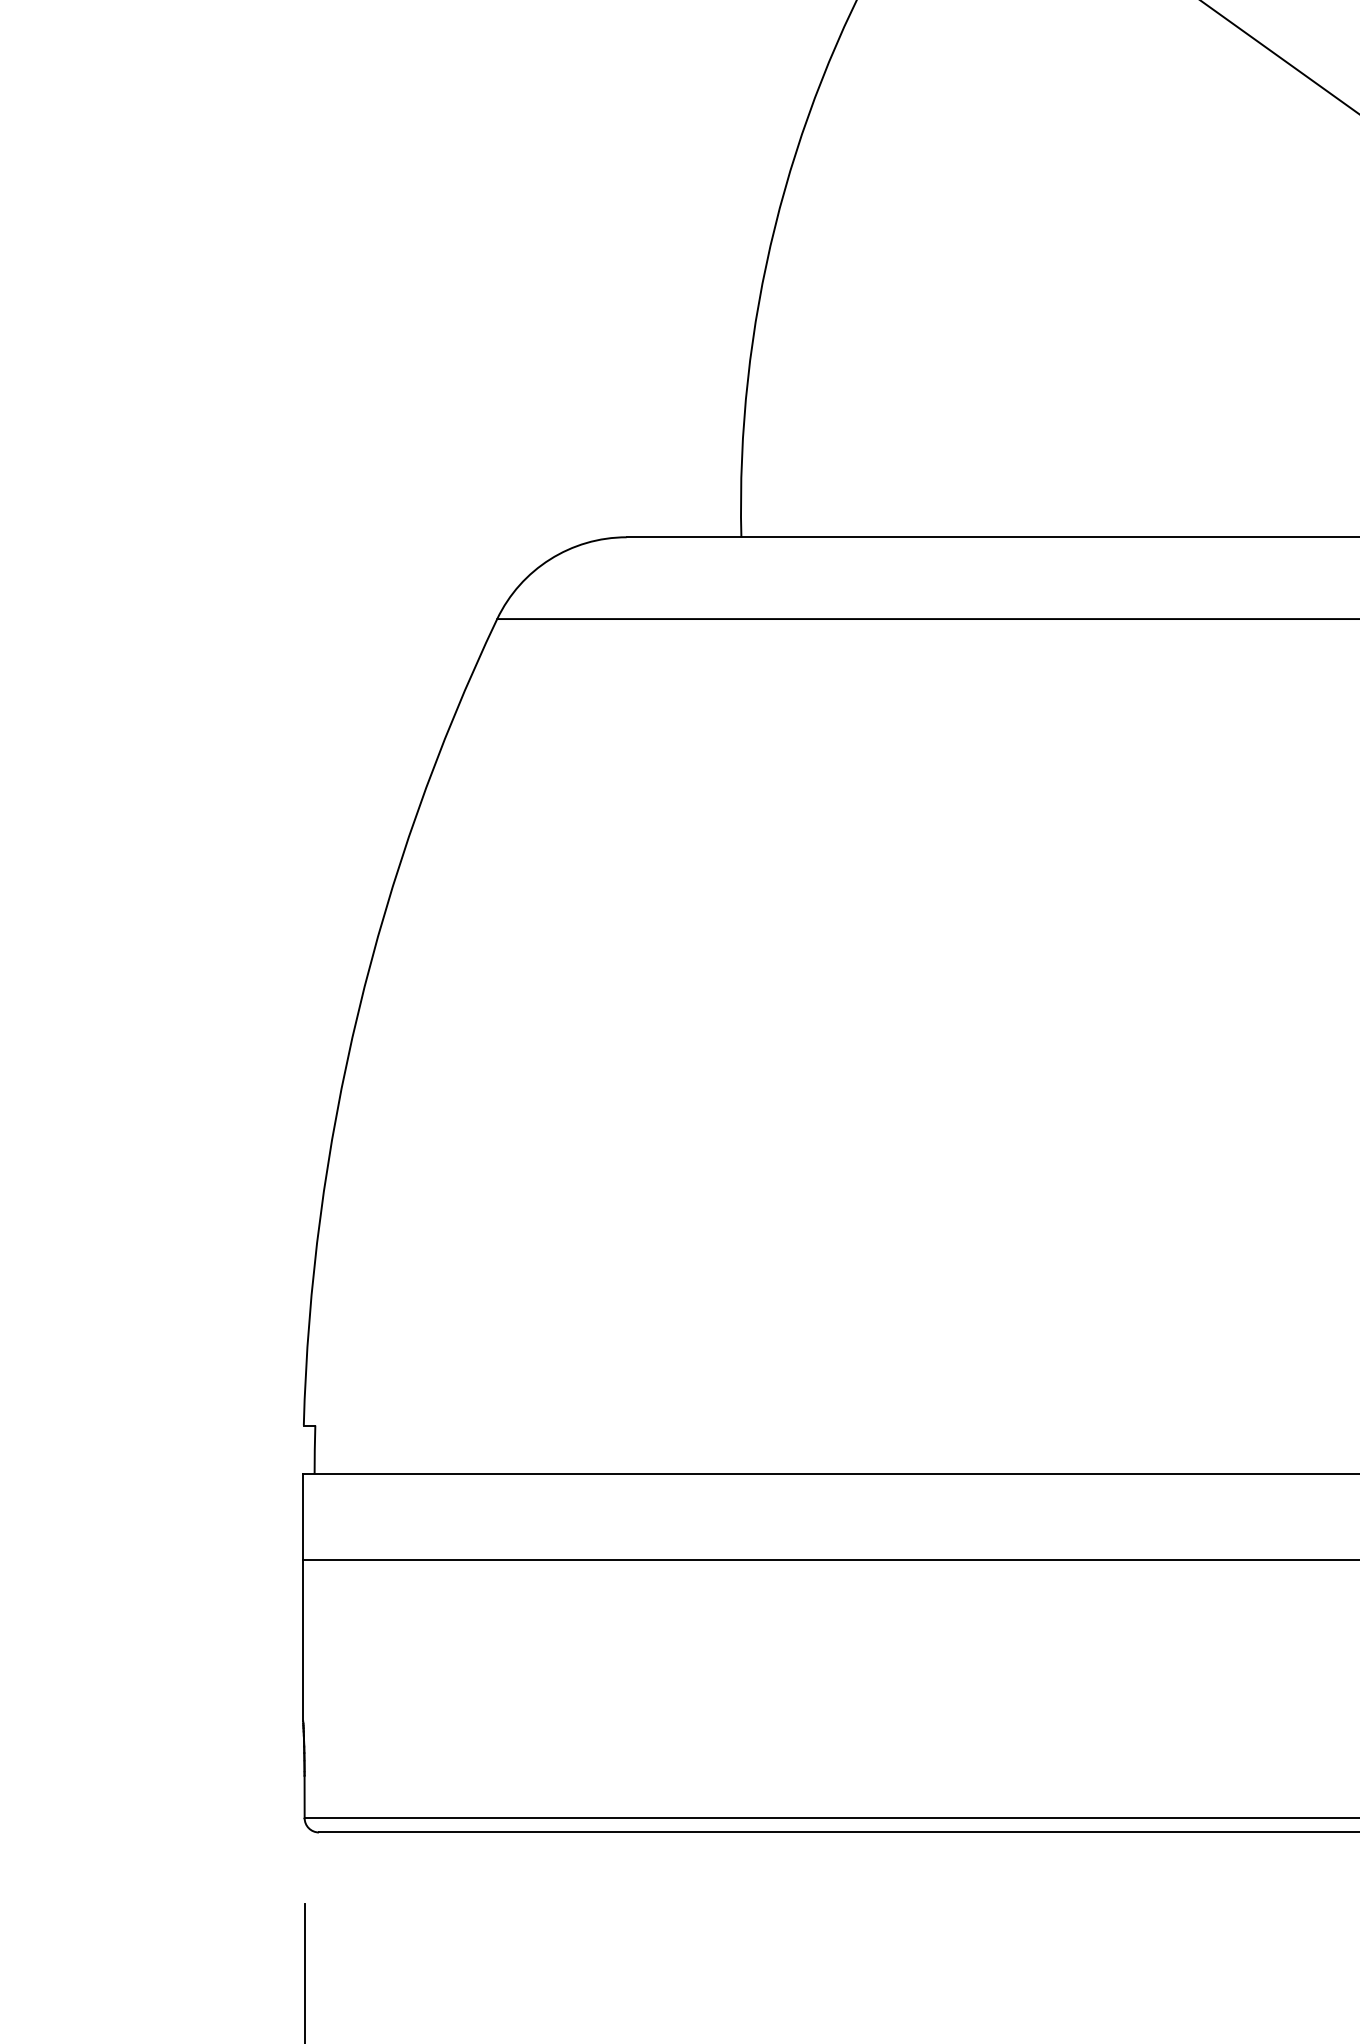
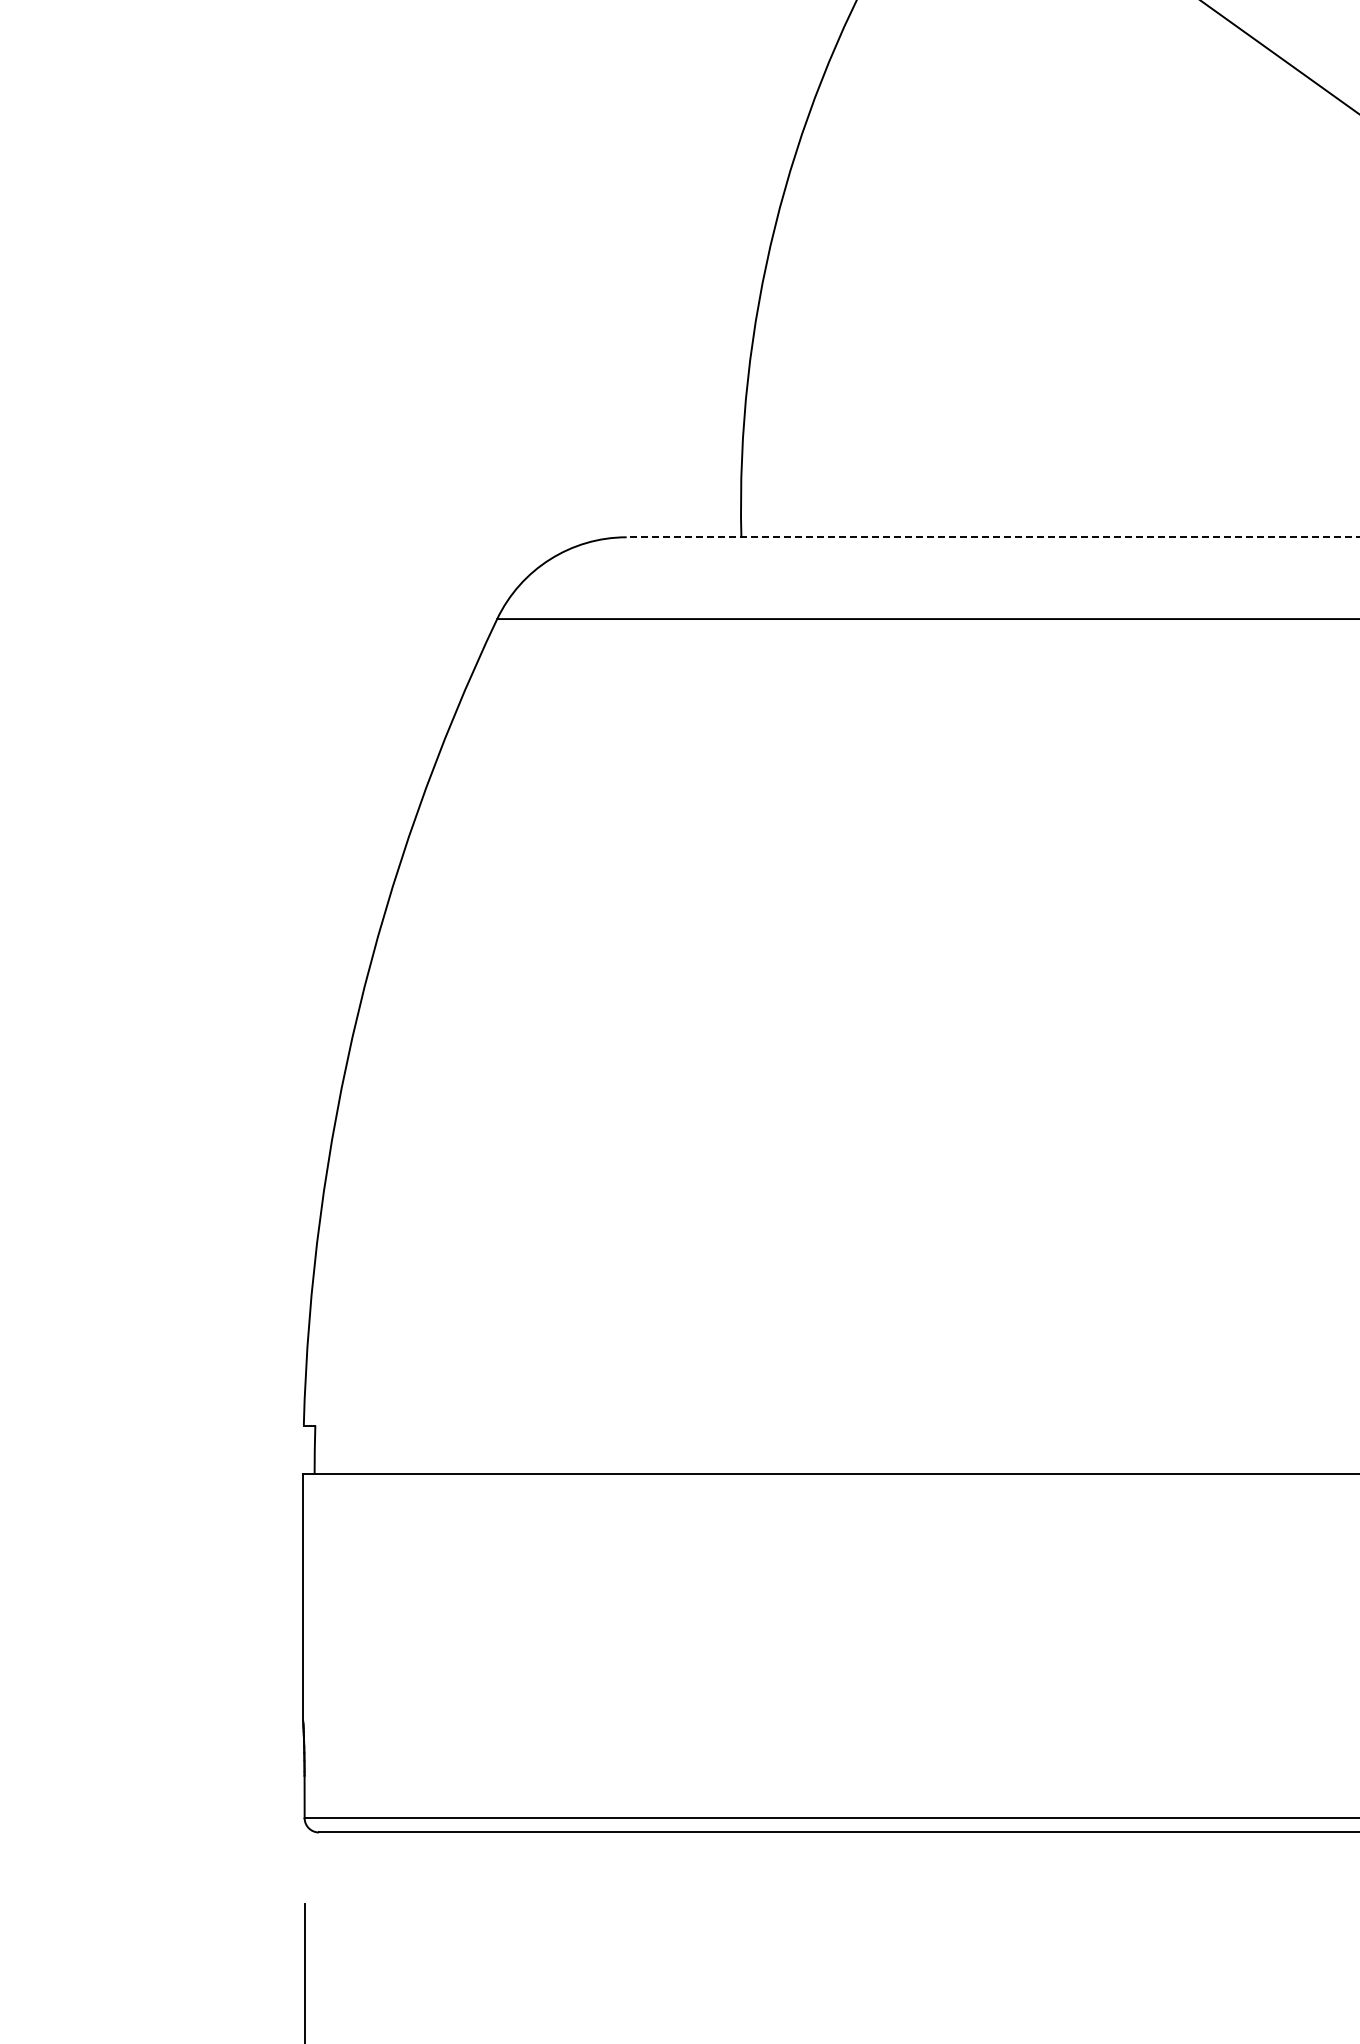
line at (992, 537): solid -> dashed
line at (829, 1560): present -> none
